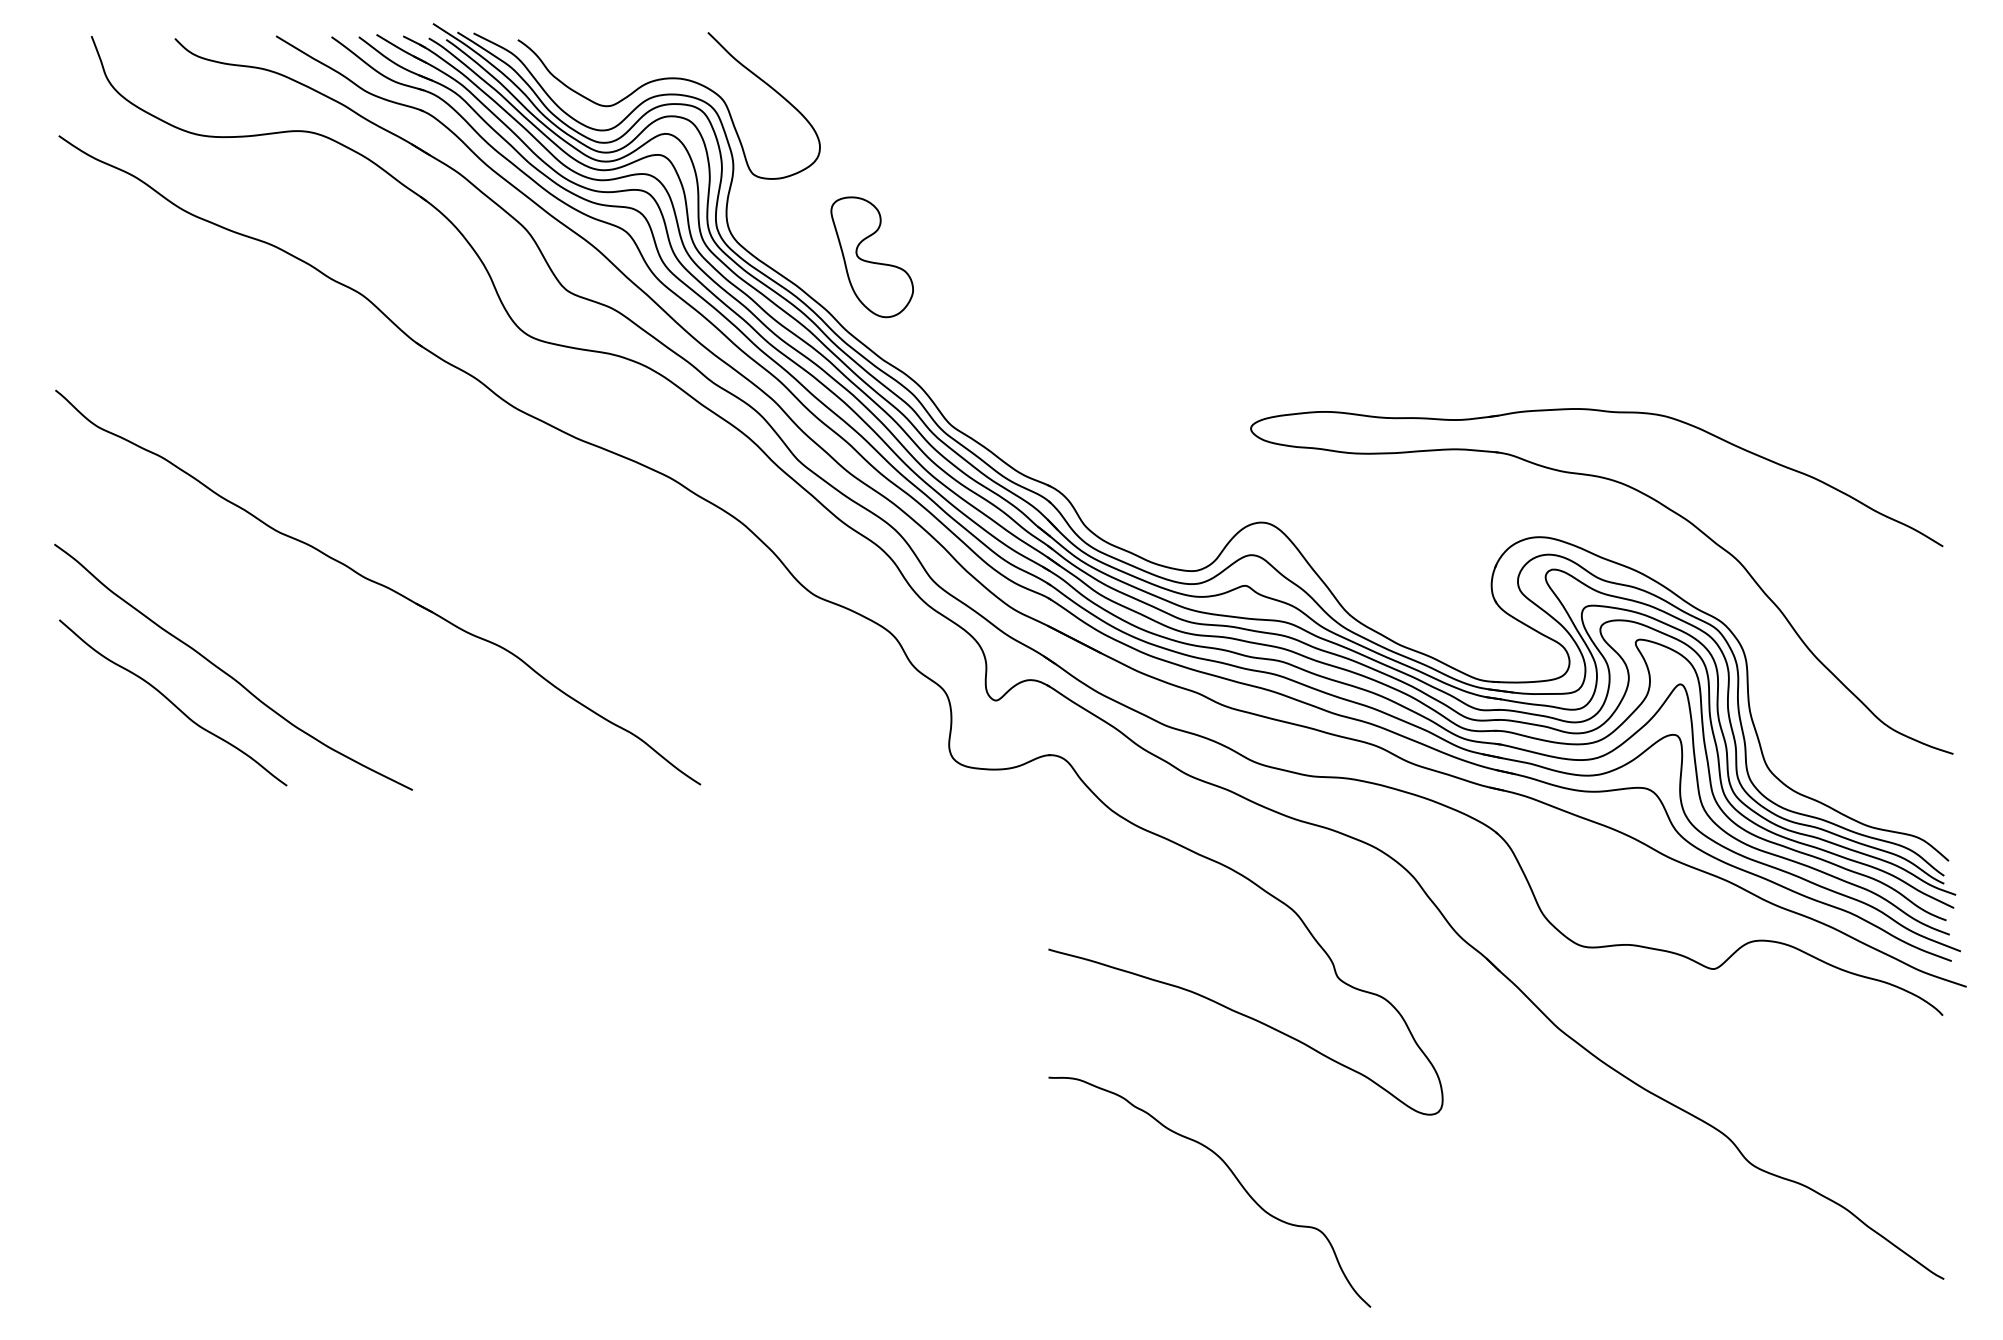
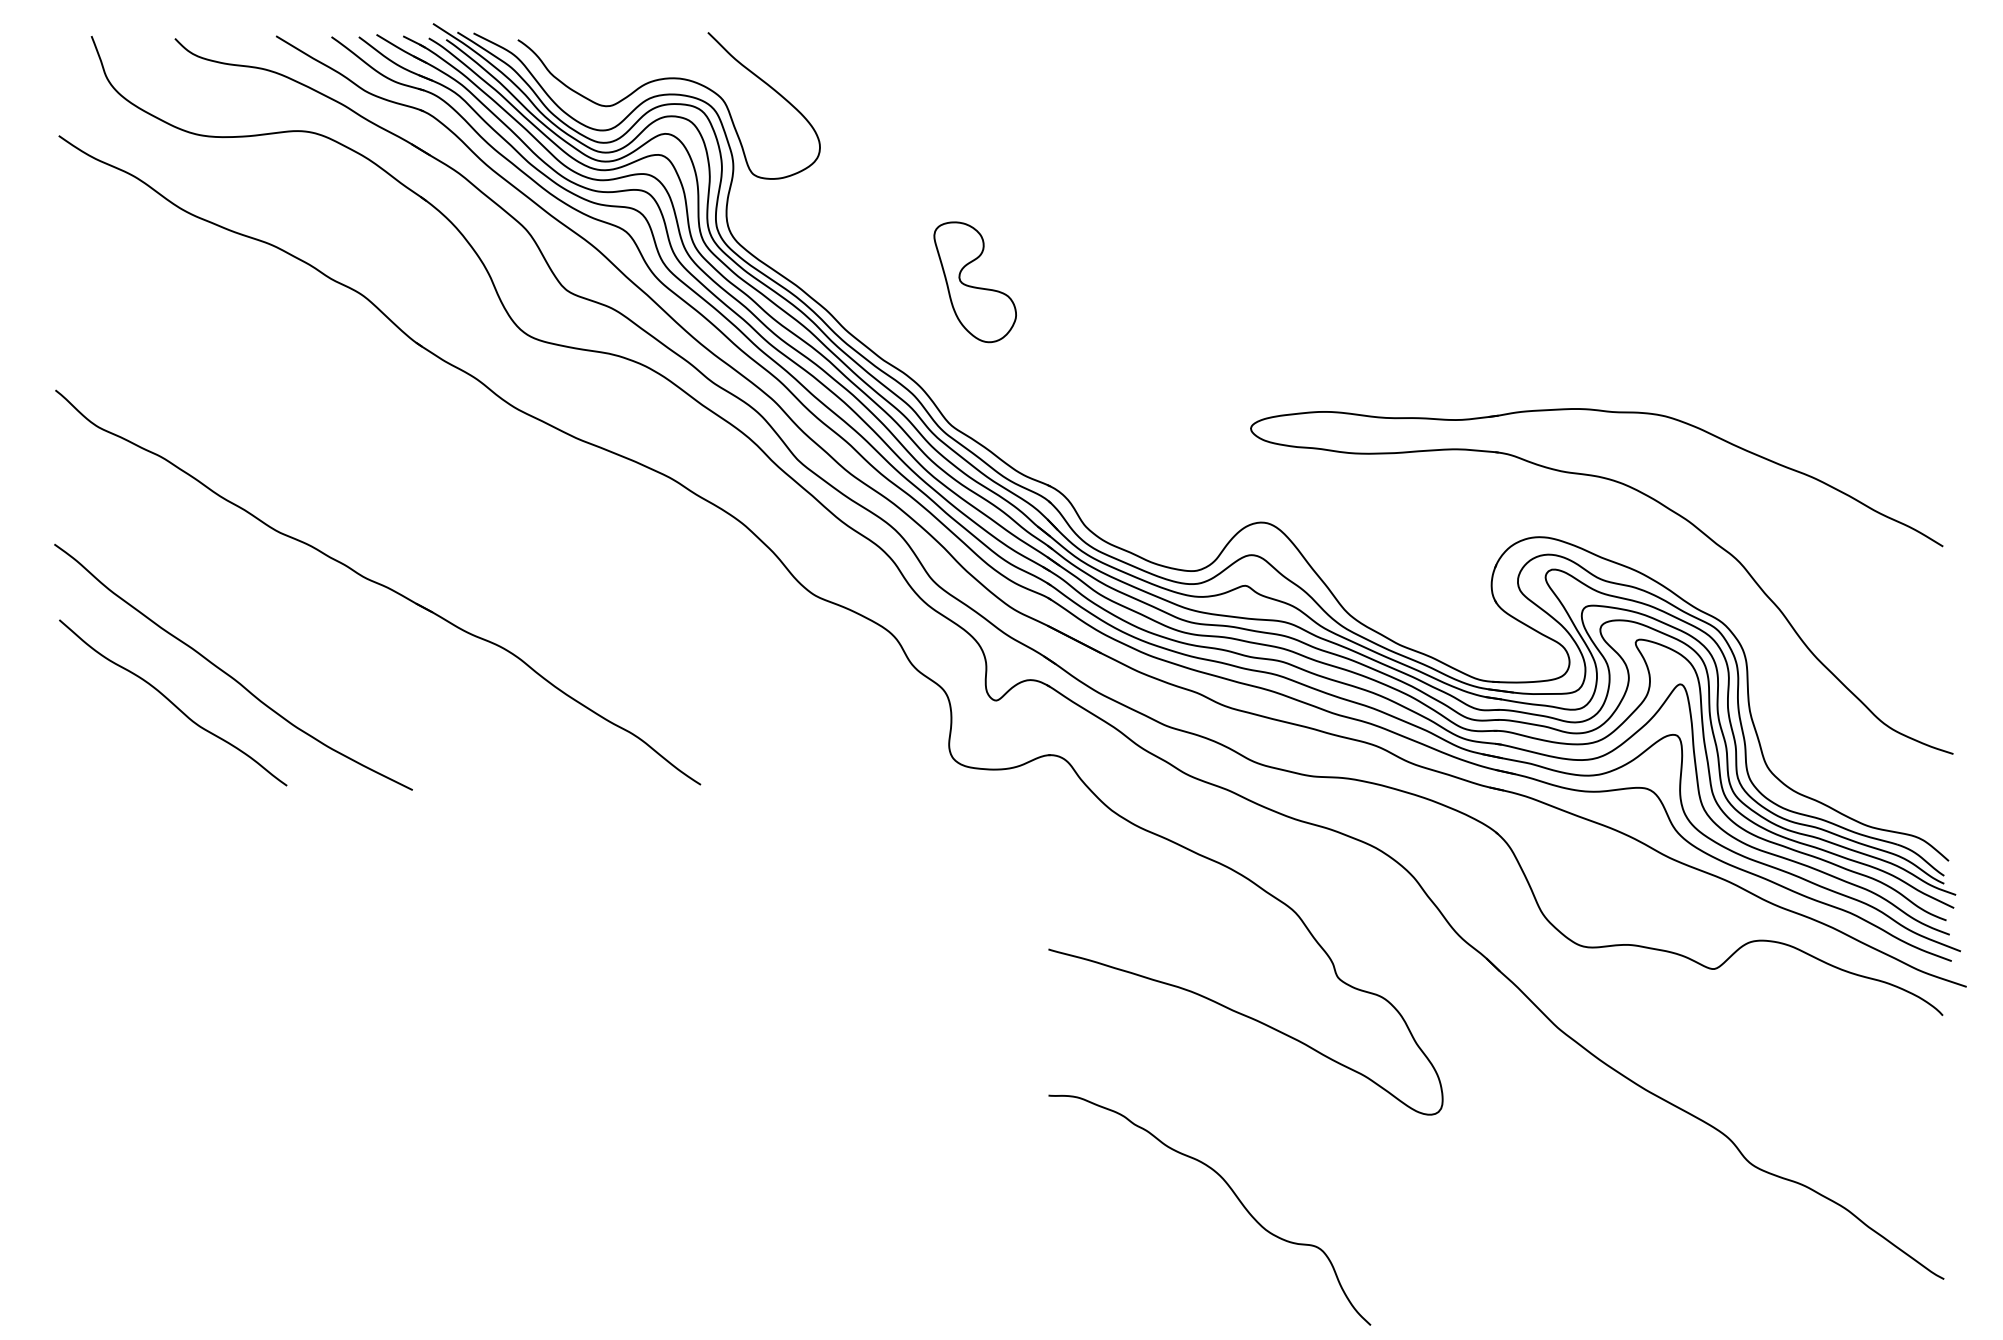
part at (871, 257) position: (871, 257) -> (974, 282)
curve at (1232, 1174) position: (1232, 1174) -> (1232, 1192)
